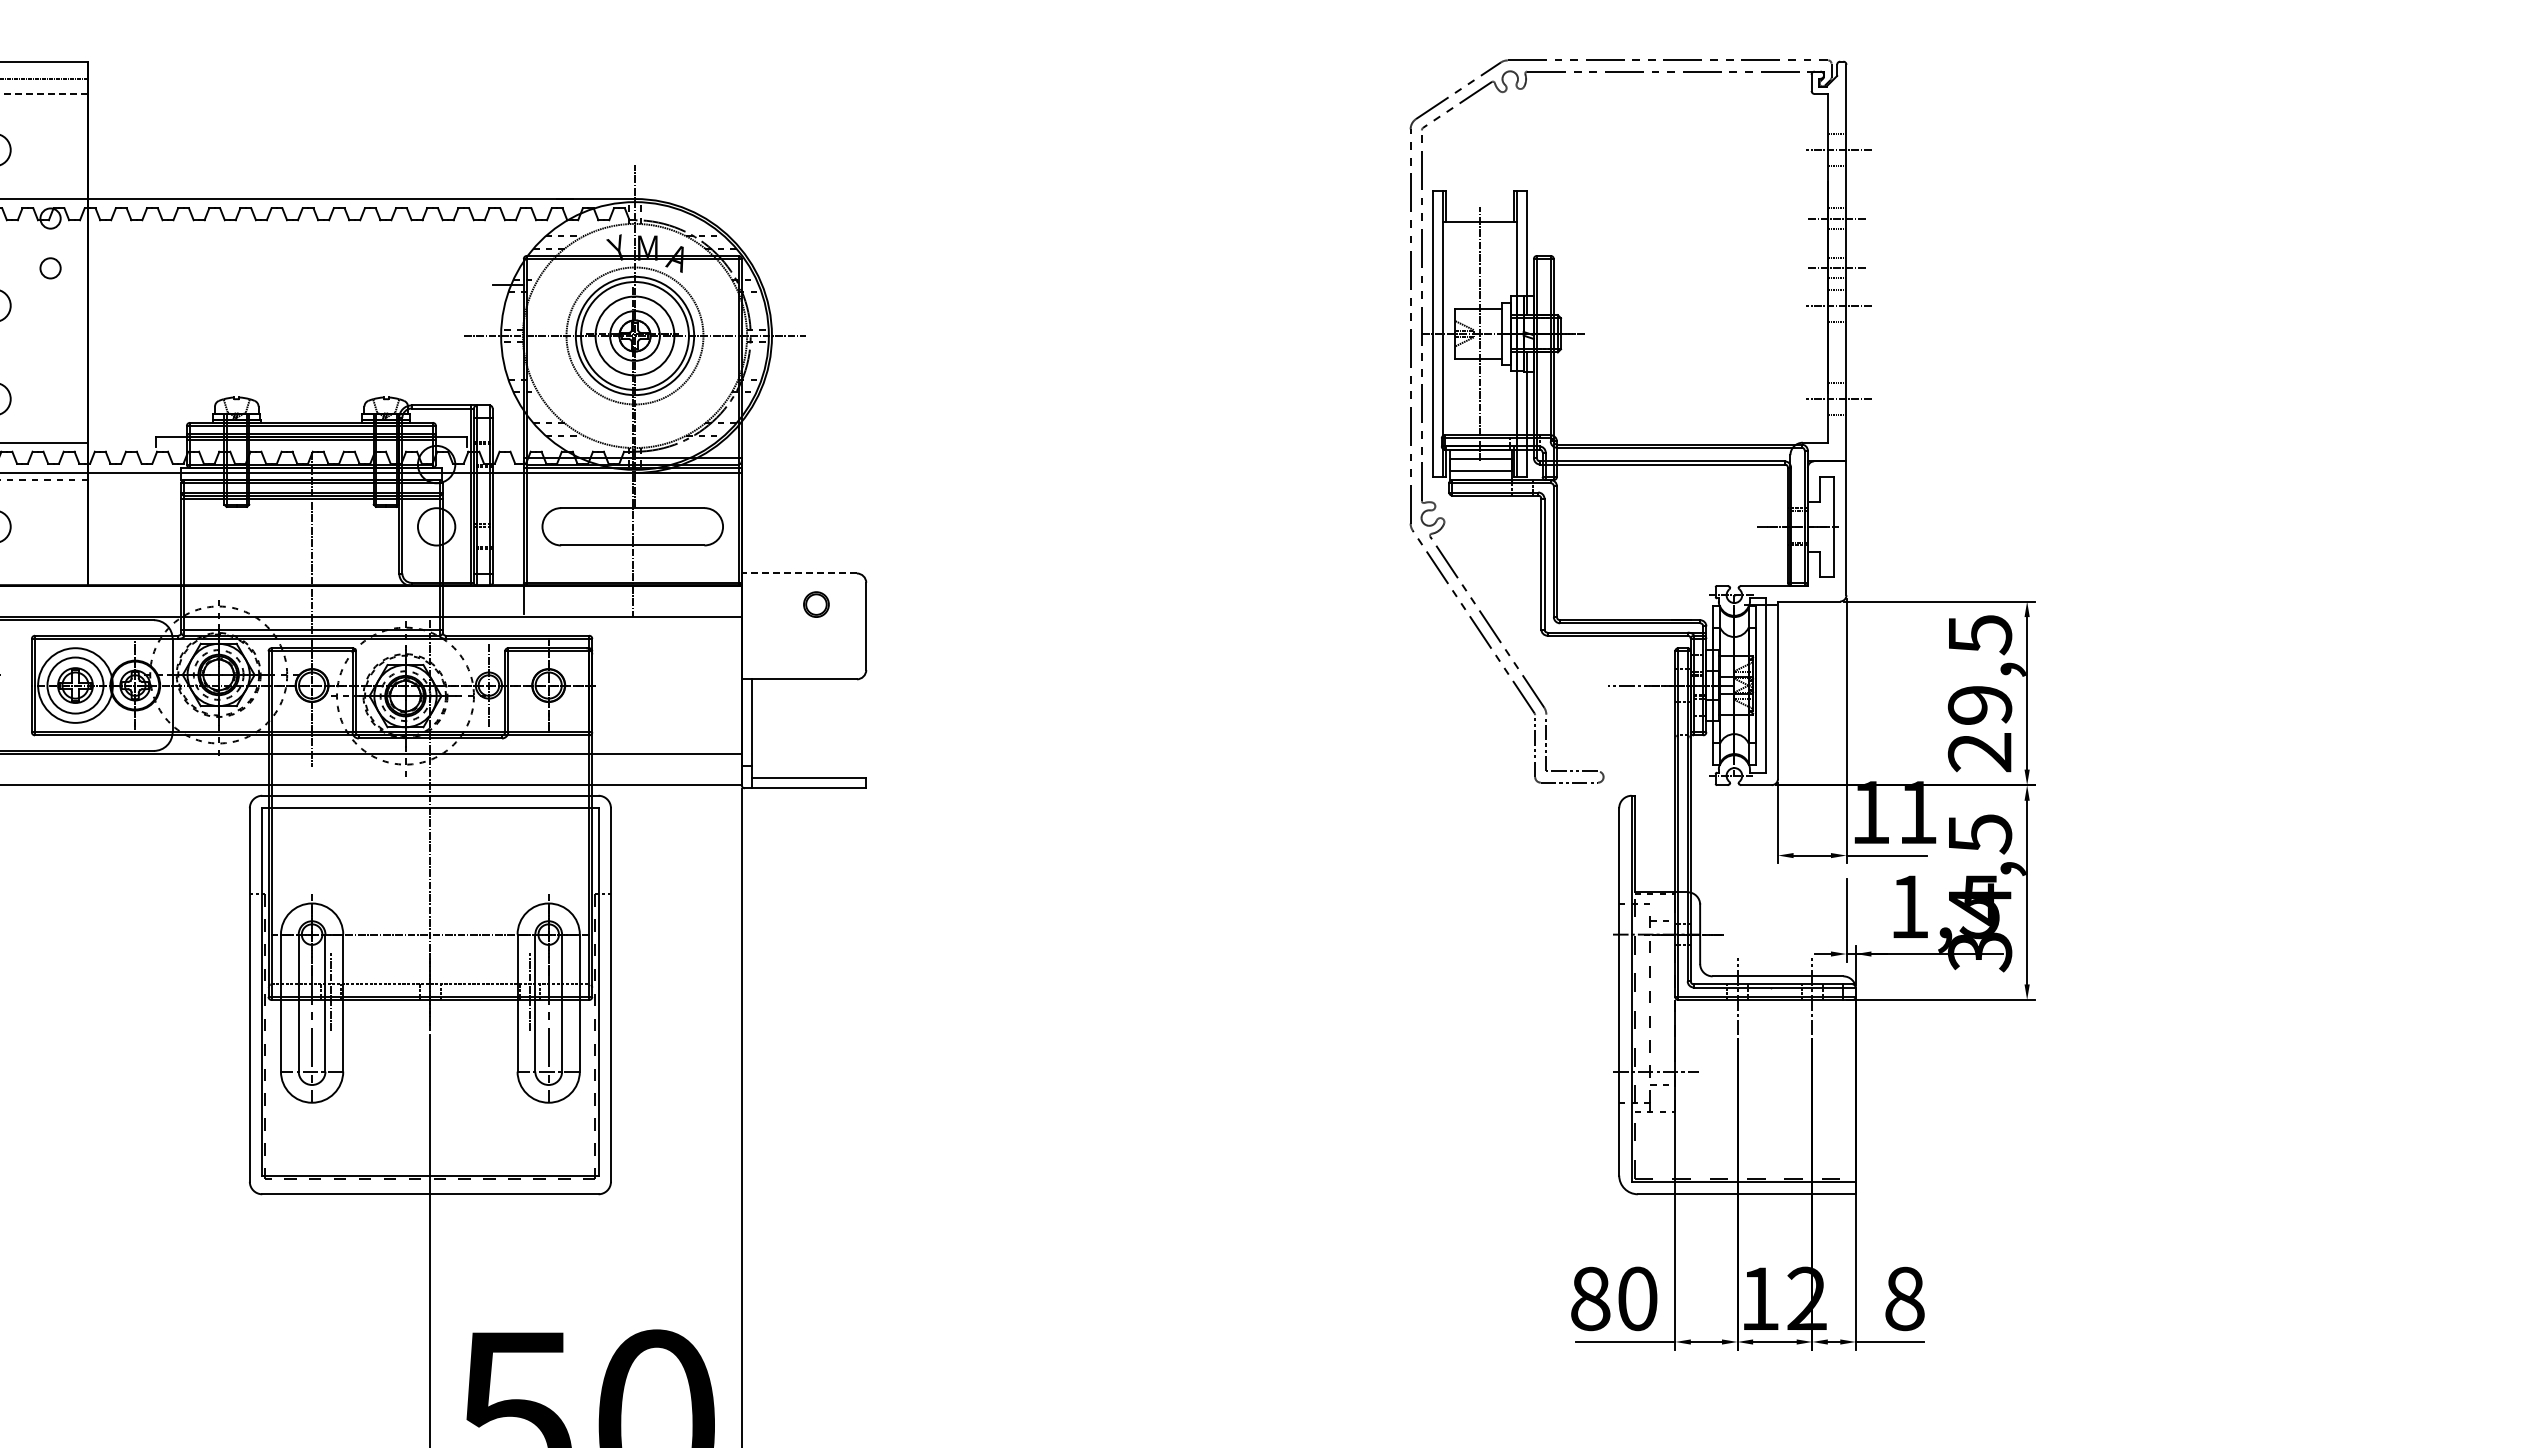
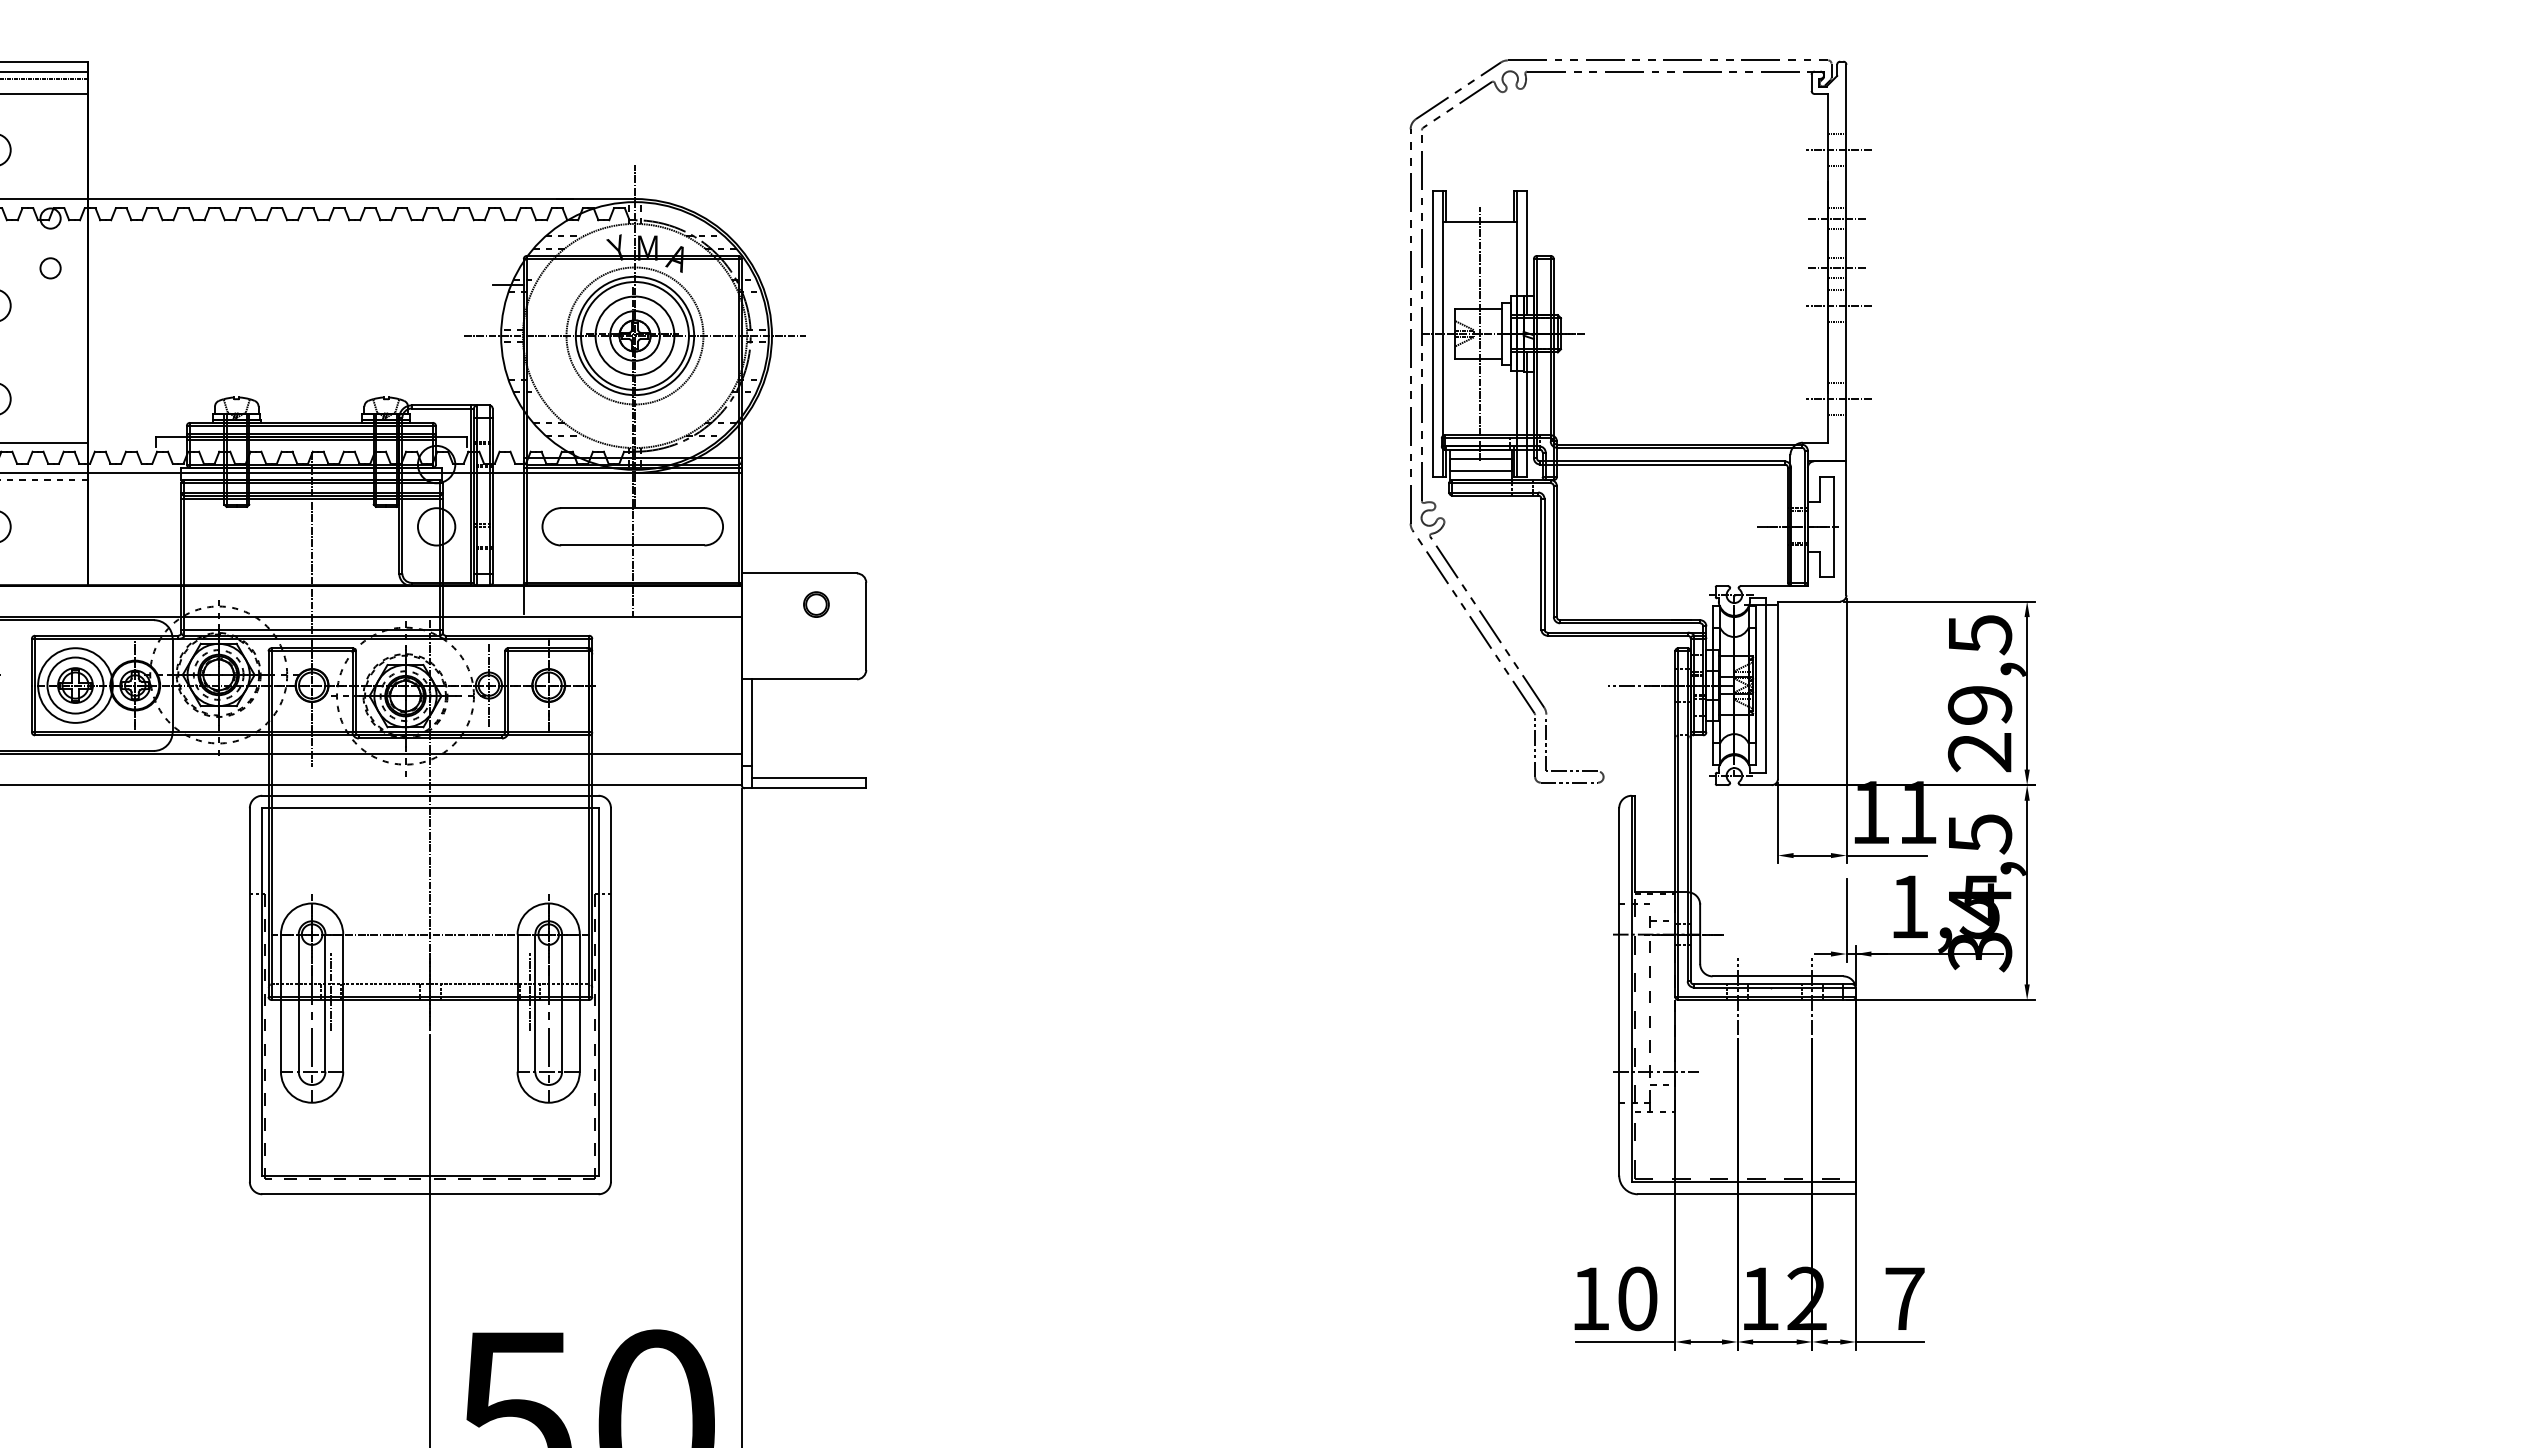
line at (44, 71): none -> present
line at (43, 94): dashed -> solid
line at (799, 573): dashed -> solid
text at (1590, 1298): 80 -> 10
text at (1904, 1298): 8 -> 7
